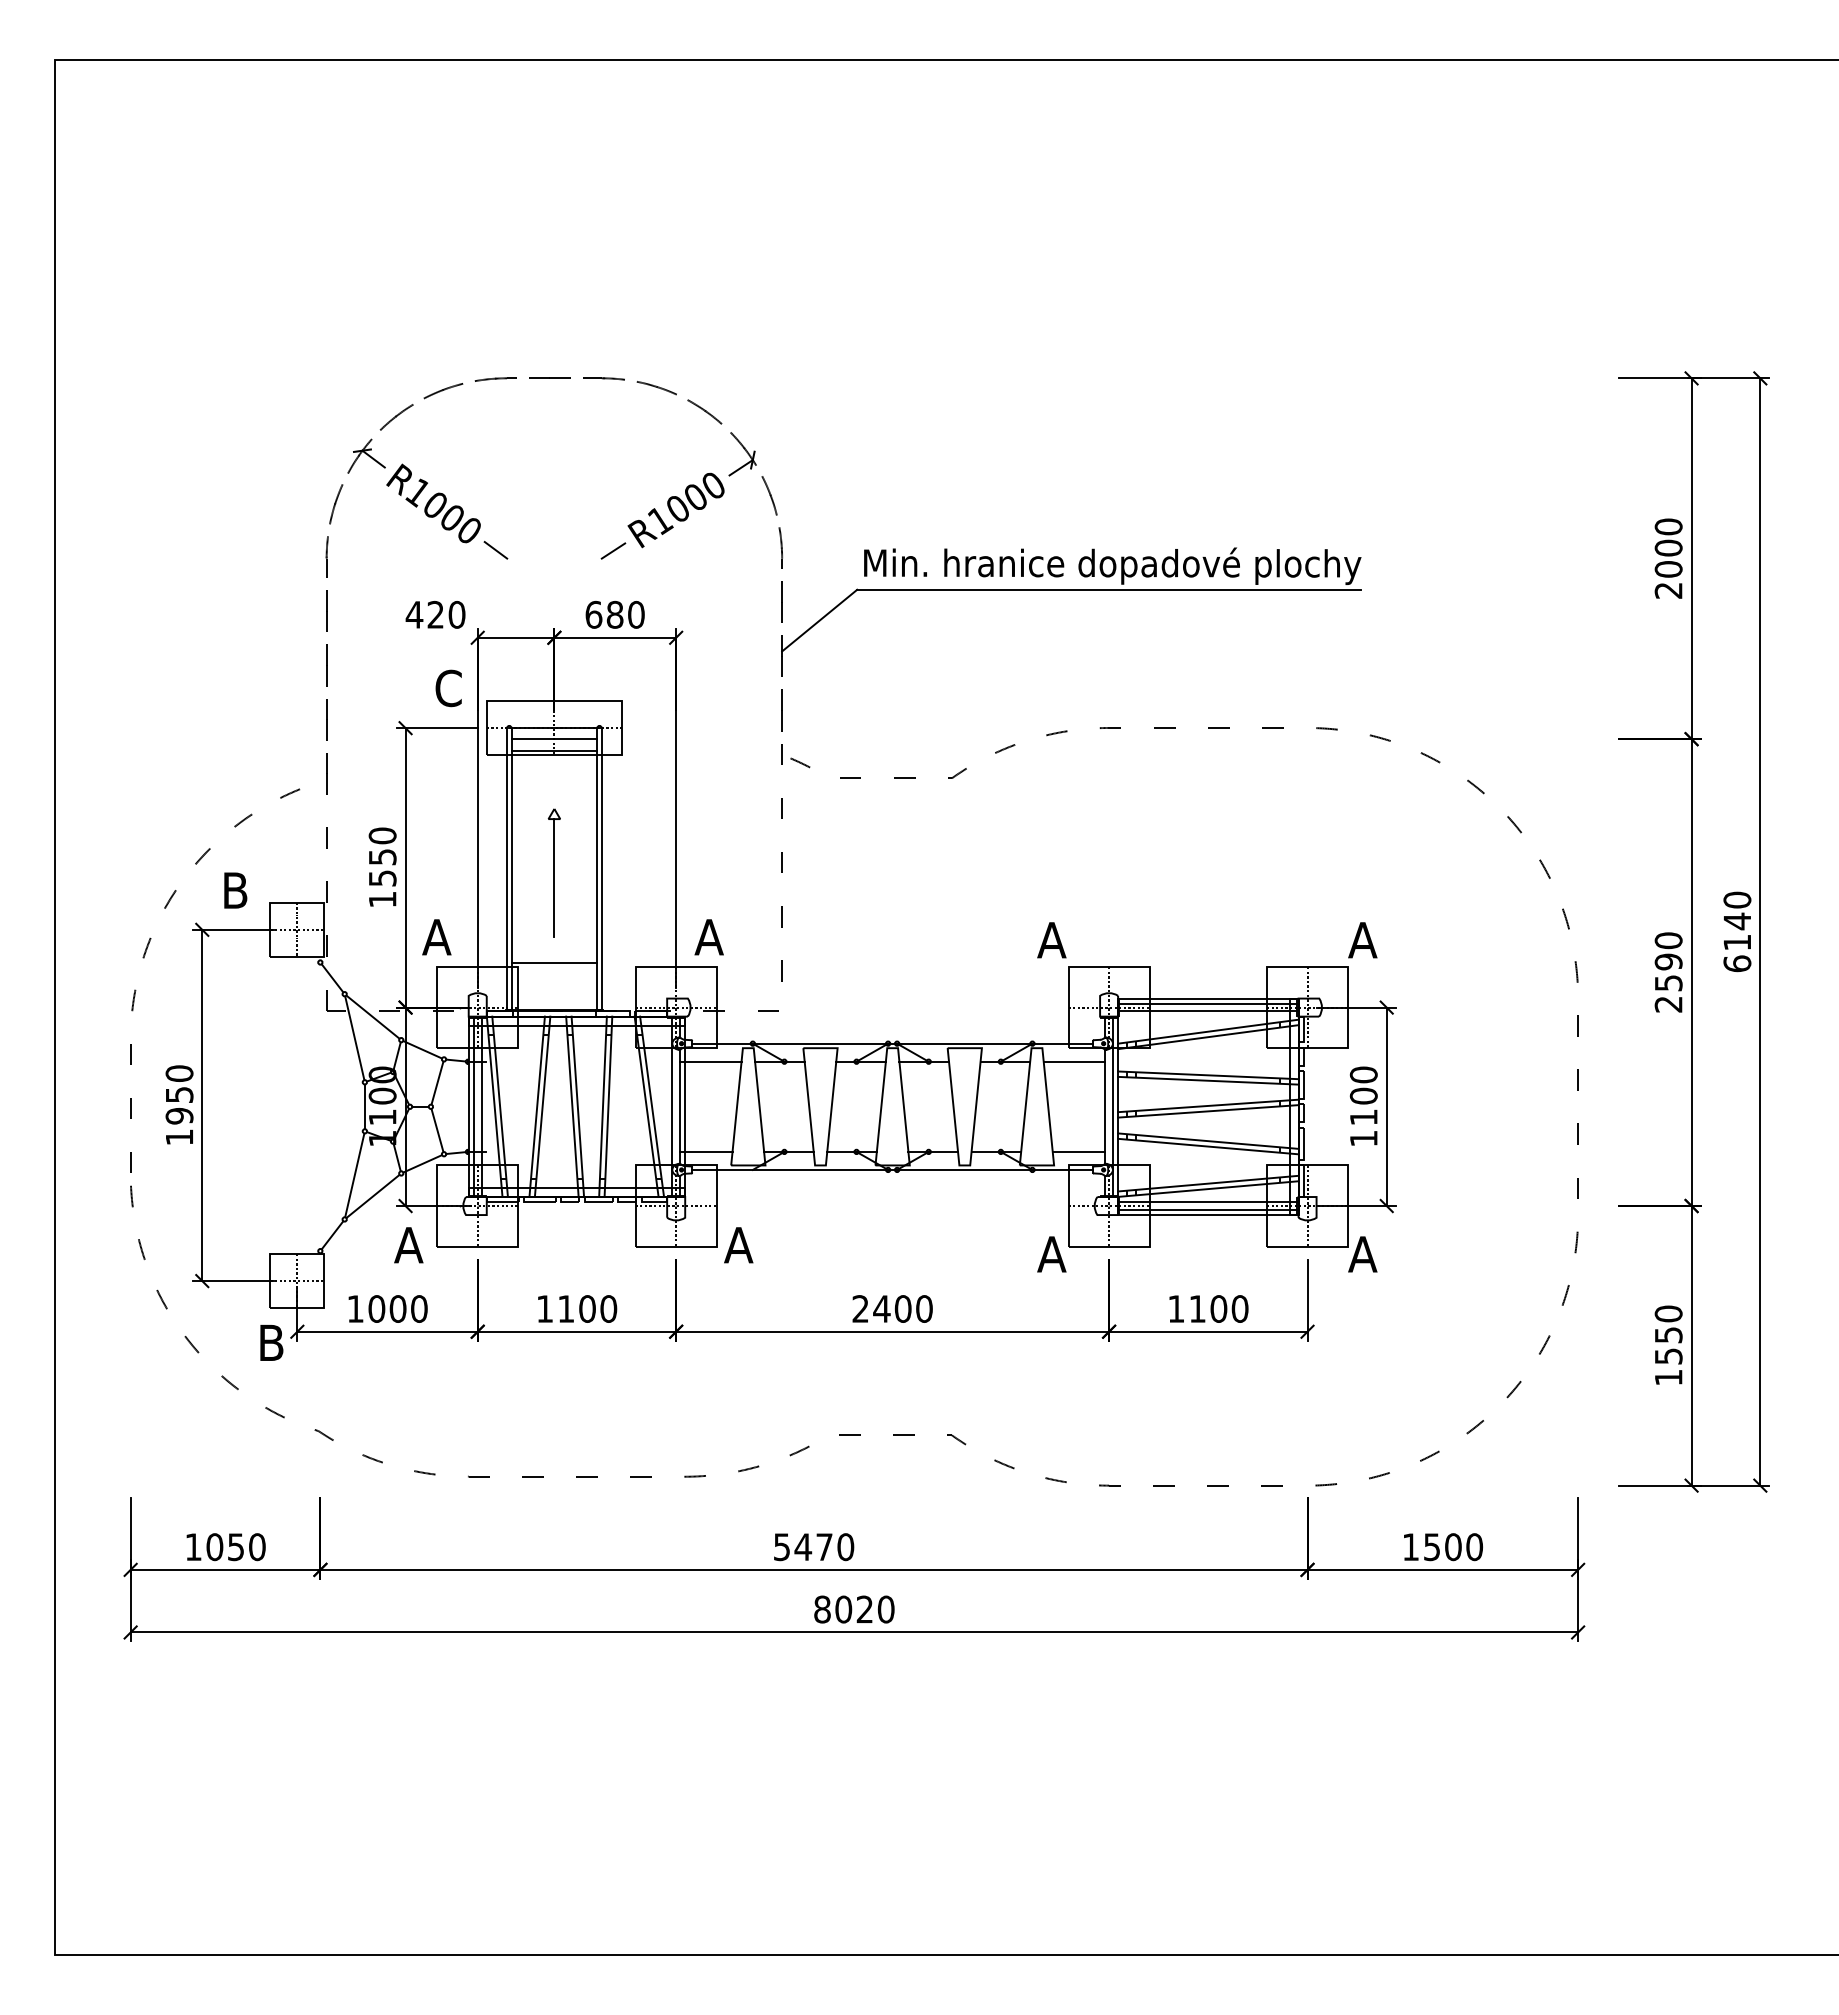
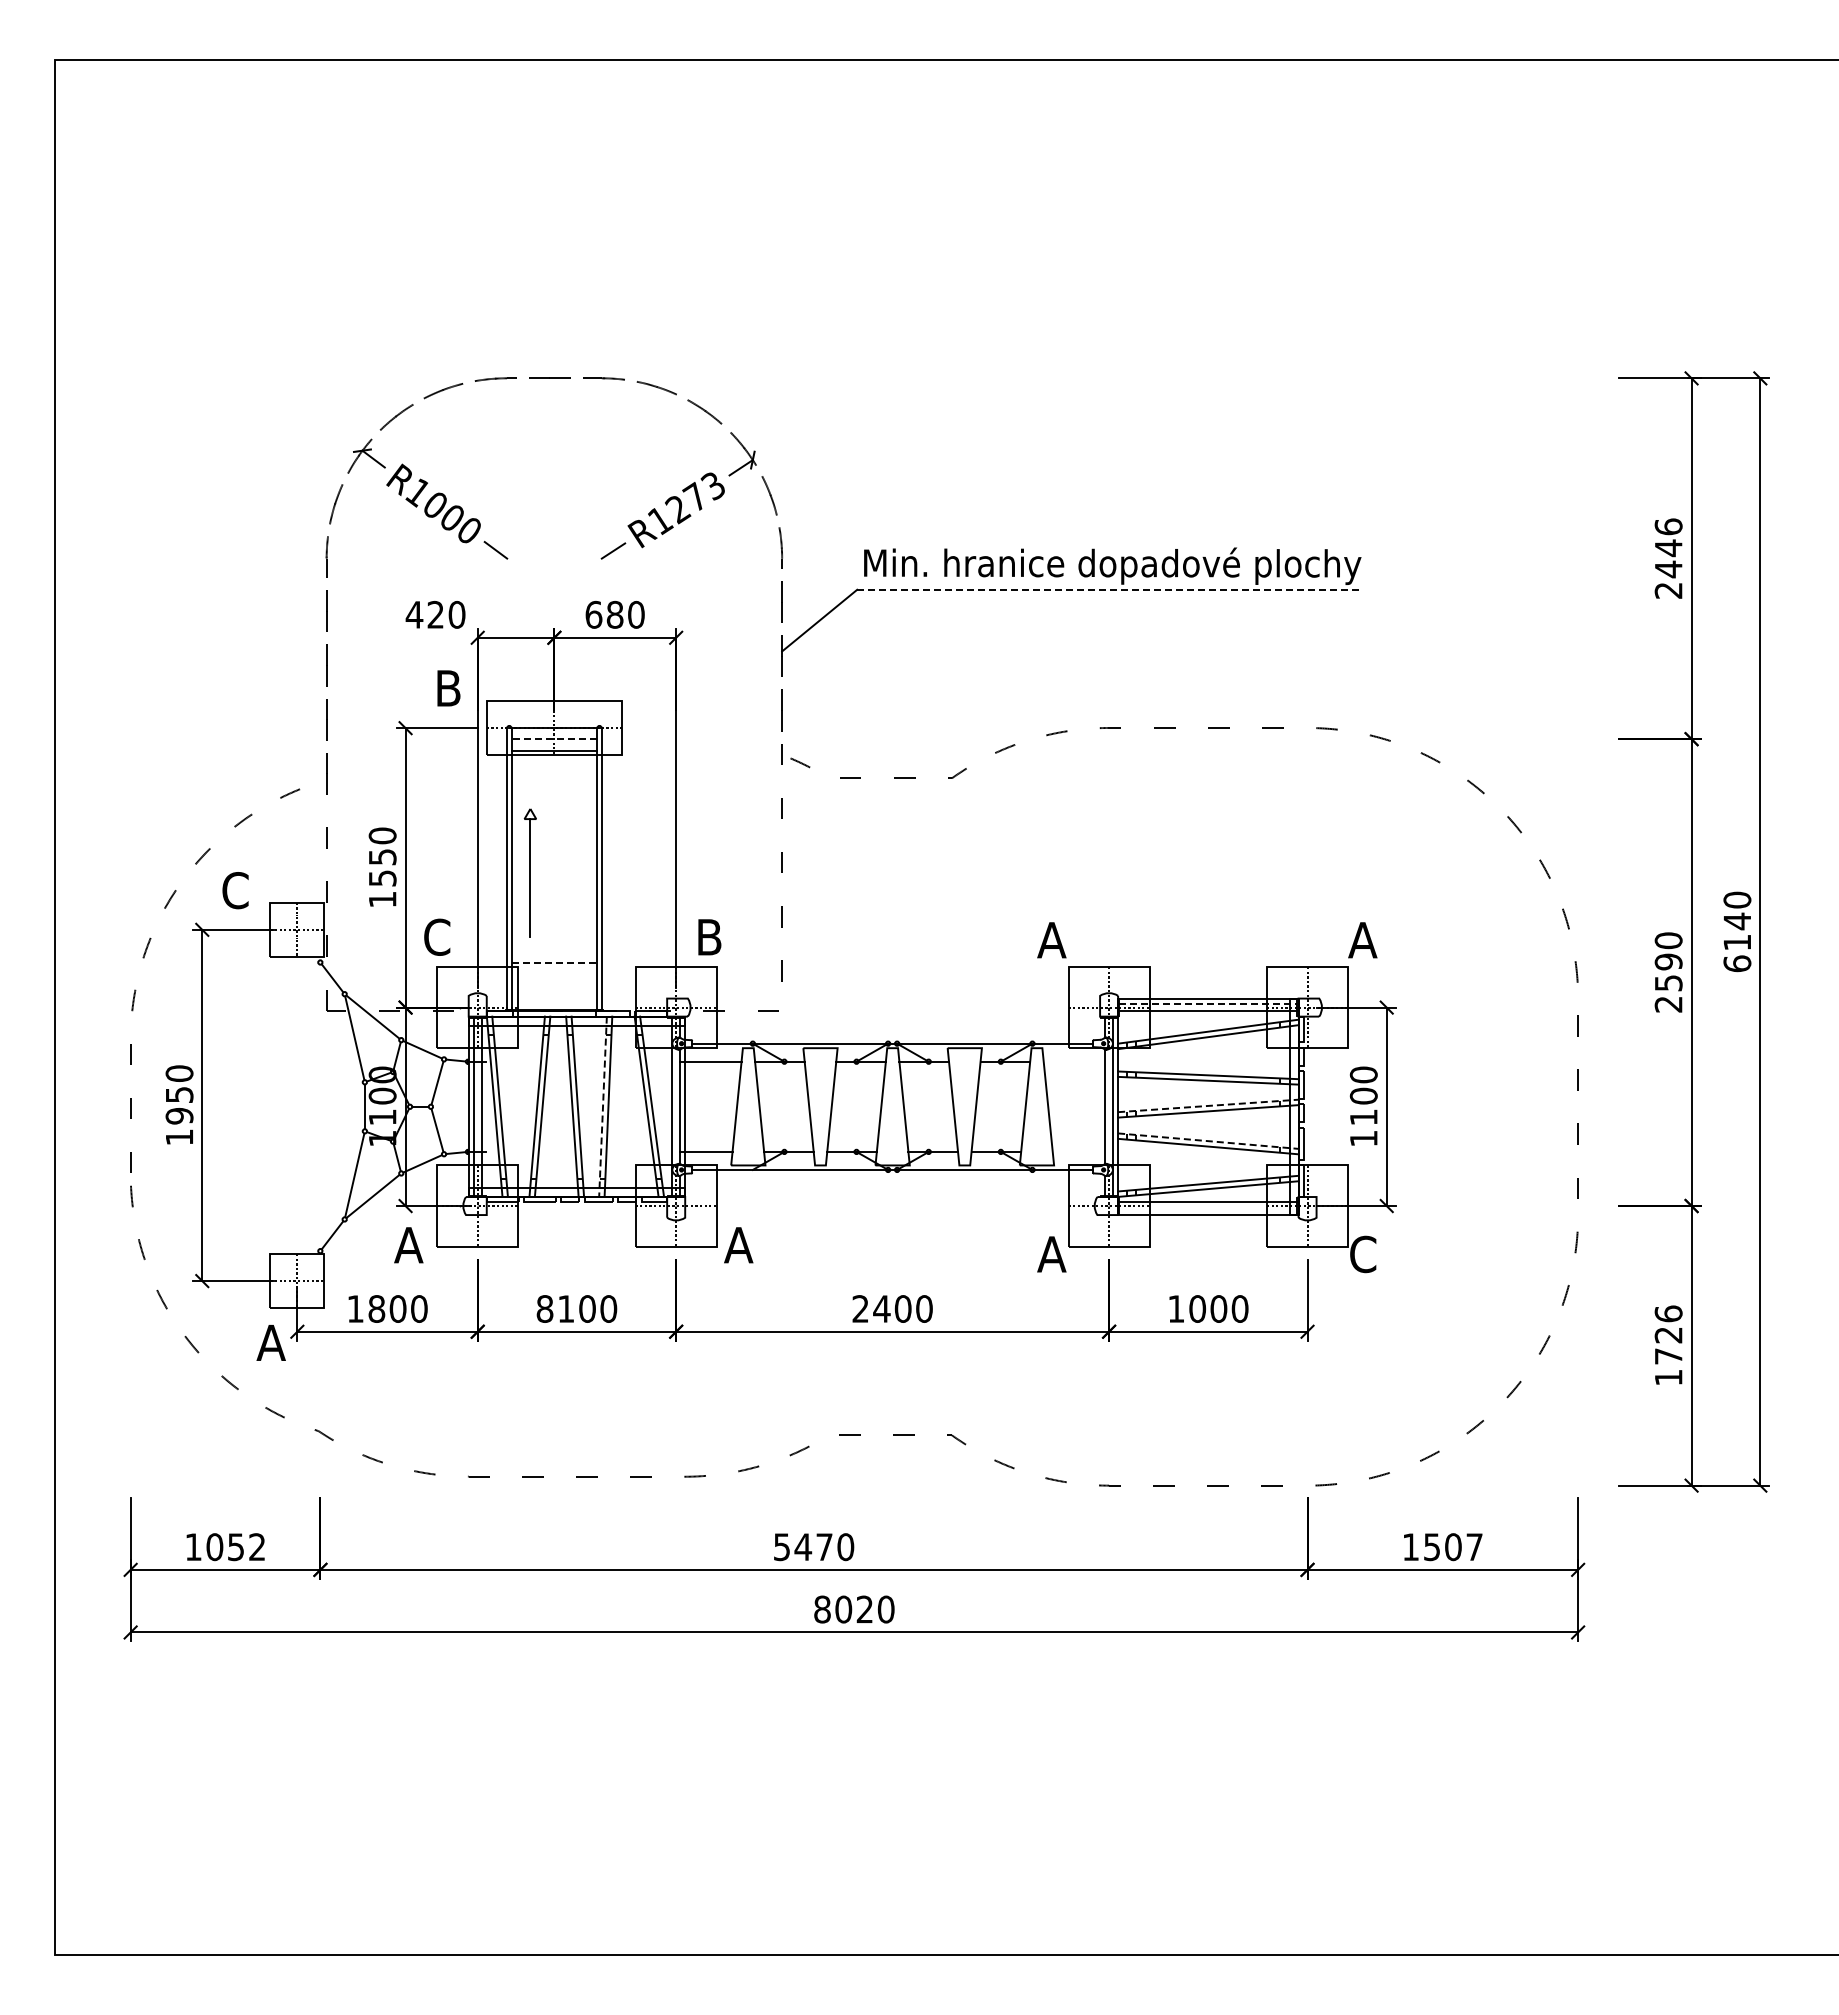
text at (694, 498): R1000 -> R1273
text at (1668, 548): 2000 -> 2446
line at (1108, 589): solid -> dashed
text at (448, 688): C -> B
line at (554, 739): solid -> dashed
part at (553, 872) position: (553, 872) -> (529, 872)
text at (235, 890): B -> C
text at (436, 936): A -> C
text at (708, 937): A -> B
line at (554, 962): solid -> dashed
line at (1208, 1003): solid -> dashed
line at (1074, 1061): present -> none
line at (1208, 1105): solid -> dashed
line at (603, 1107): solid -> dashed
line at (1208, 1141): solid -> dashed
line at (1078, 1151): present -> none
line at (1208, 1209): present -> none
text at (1362, 1254): A -> C
text at (376, 1308): 1000 -> 1800
text at (544, 1308): 1100 -> 8100
text at (1197, 1308): 1100 -> 1000
text at (1668, 1334): 1550 -> 1726
text at (270, 1342): B -> A
text at (257, 1547): 1050 -> 1052
text at (1474, 1547): 1500 -> 1507
